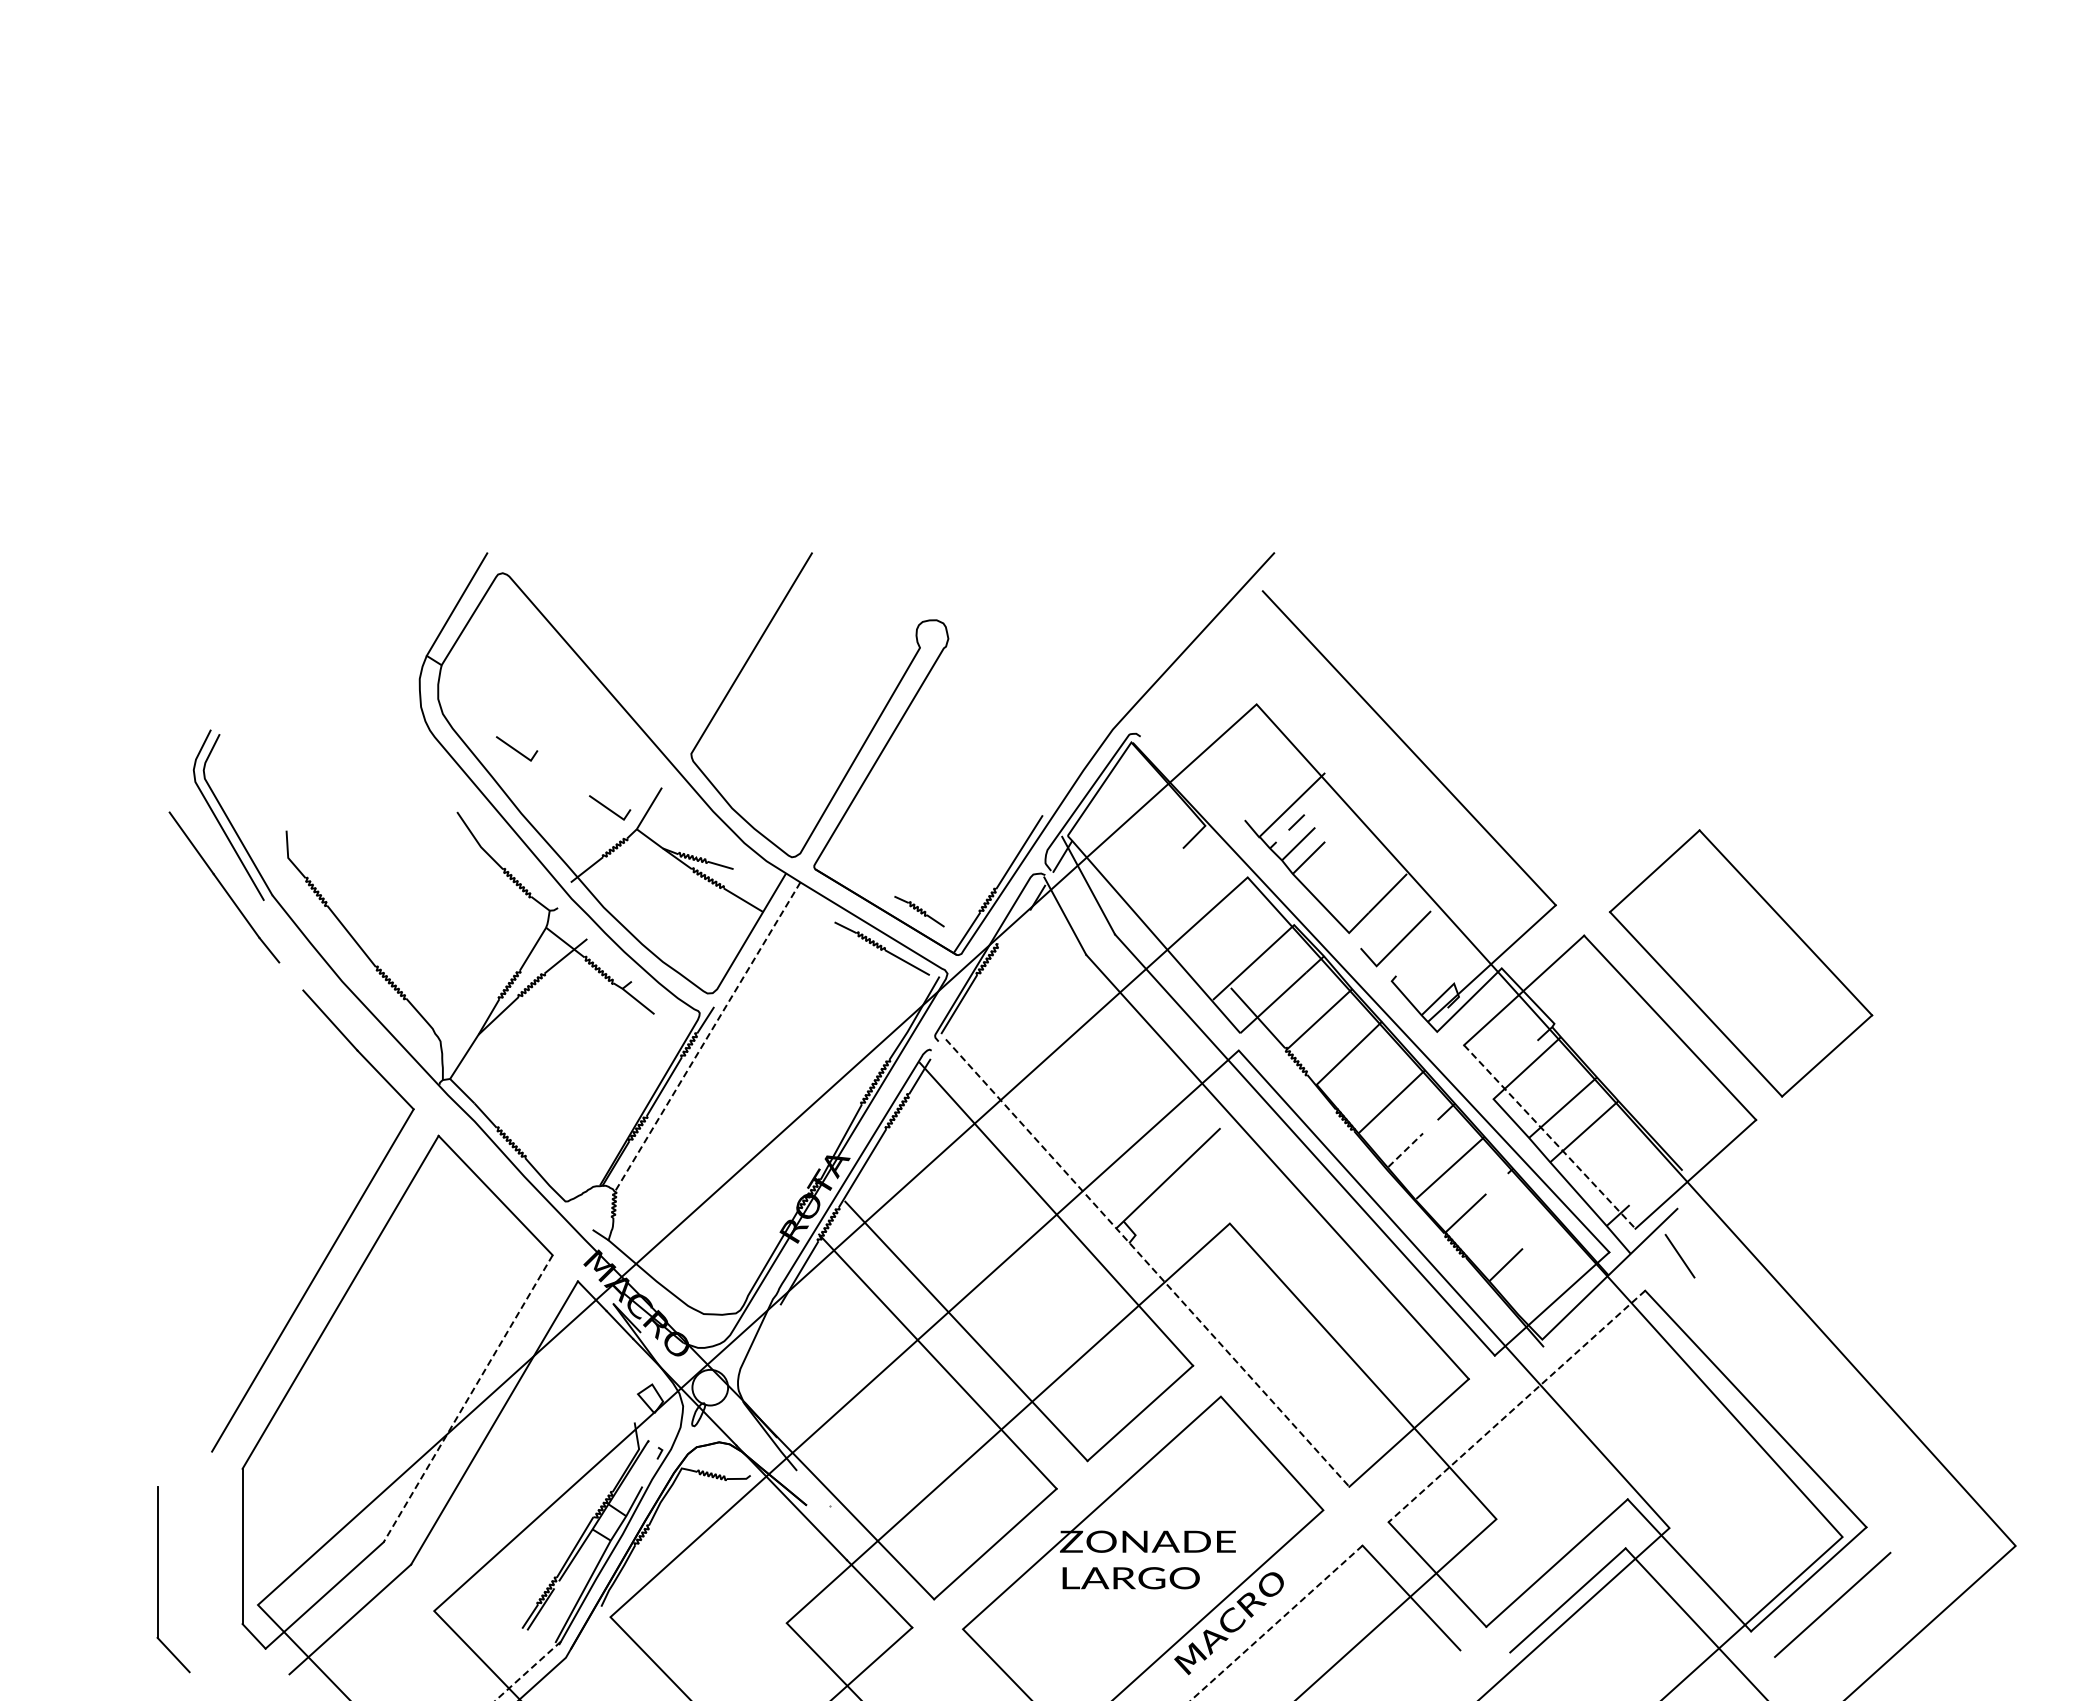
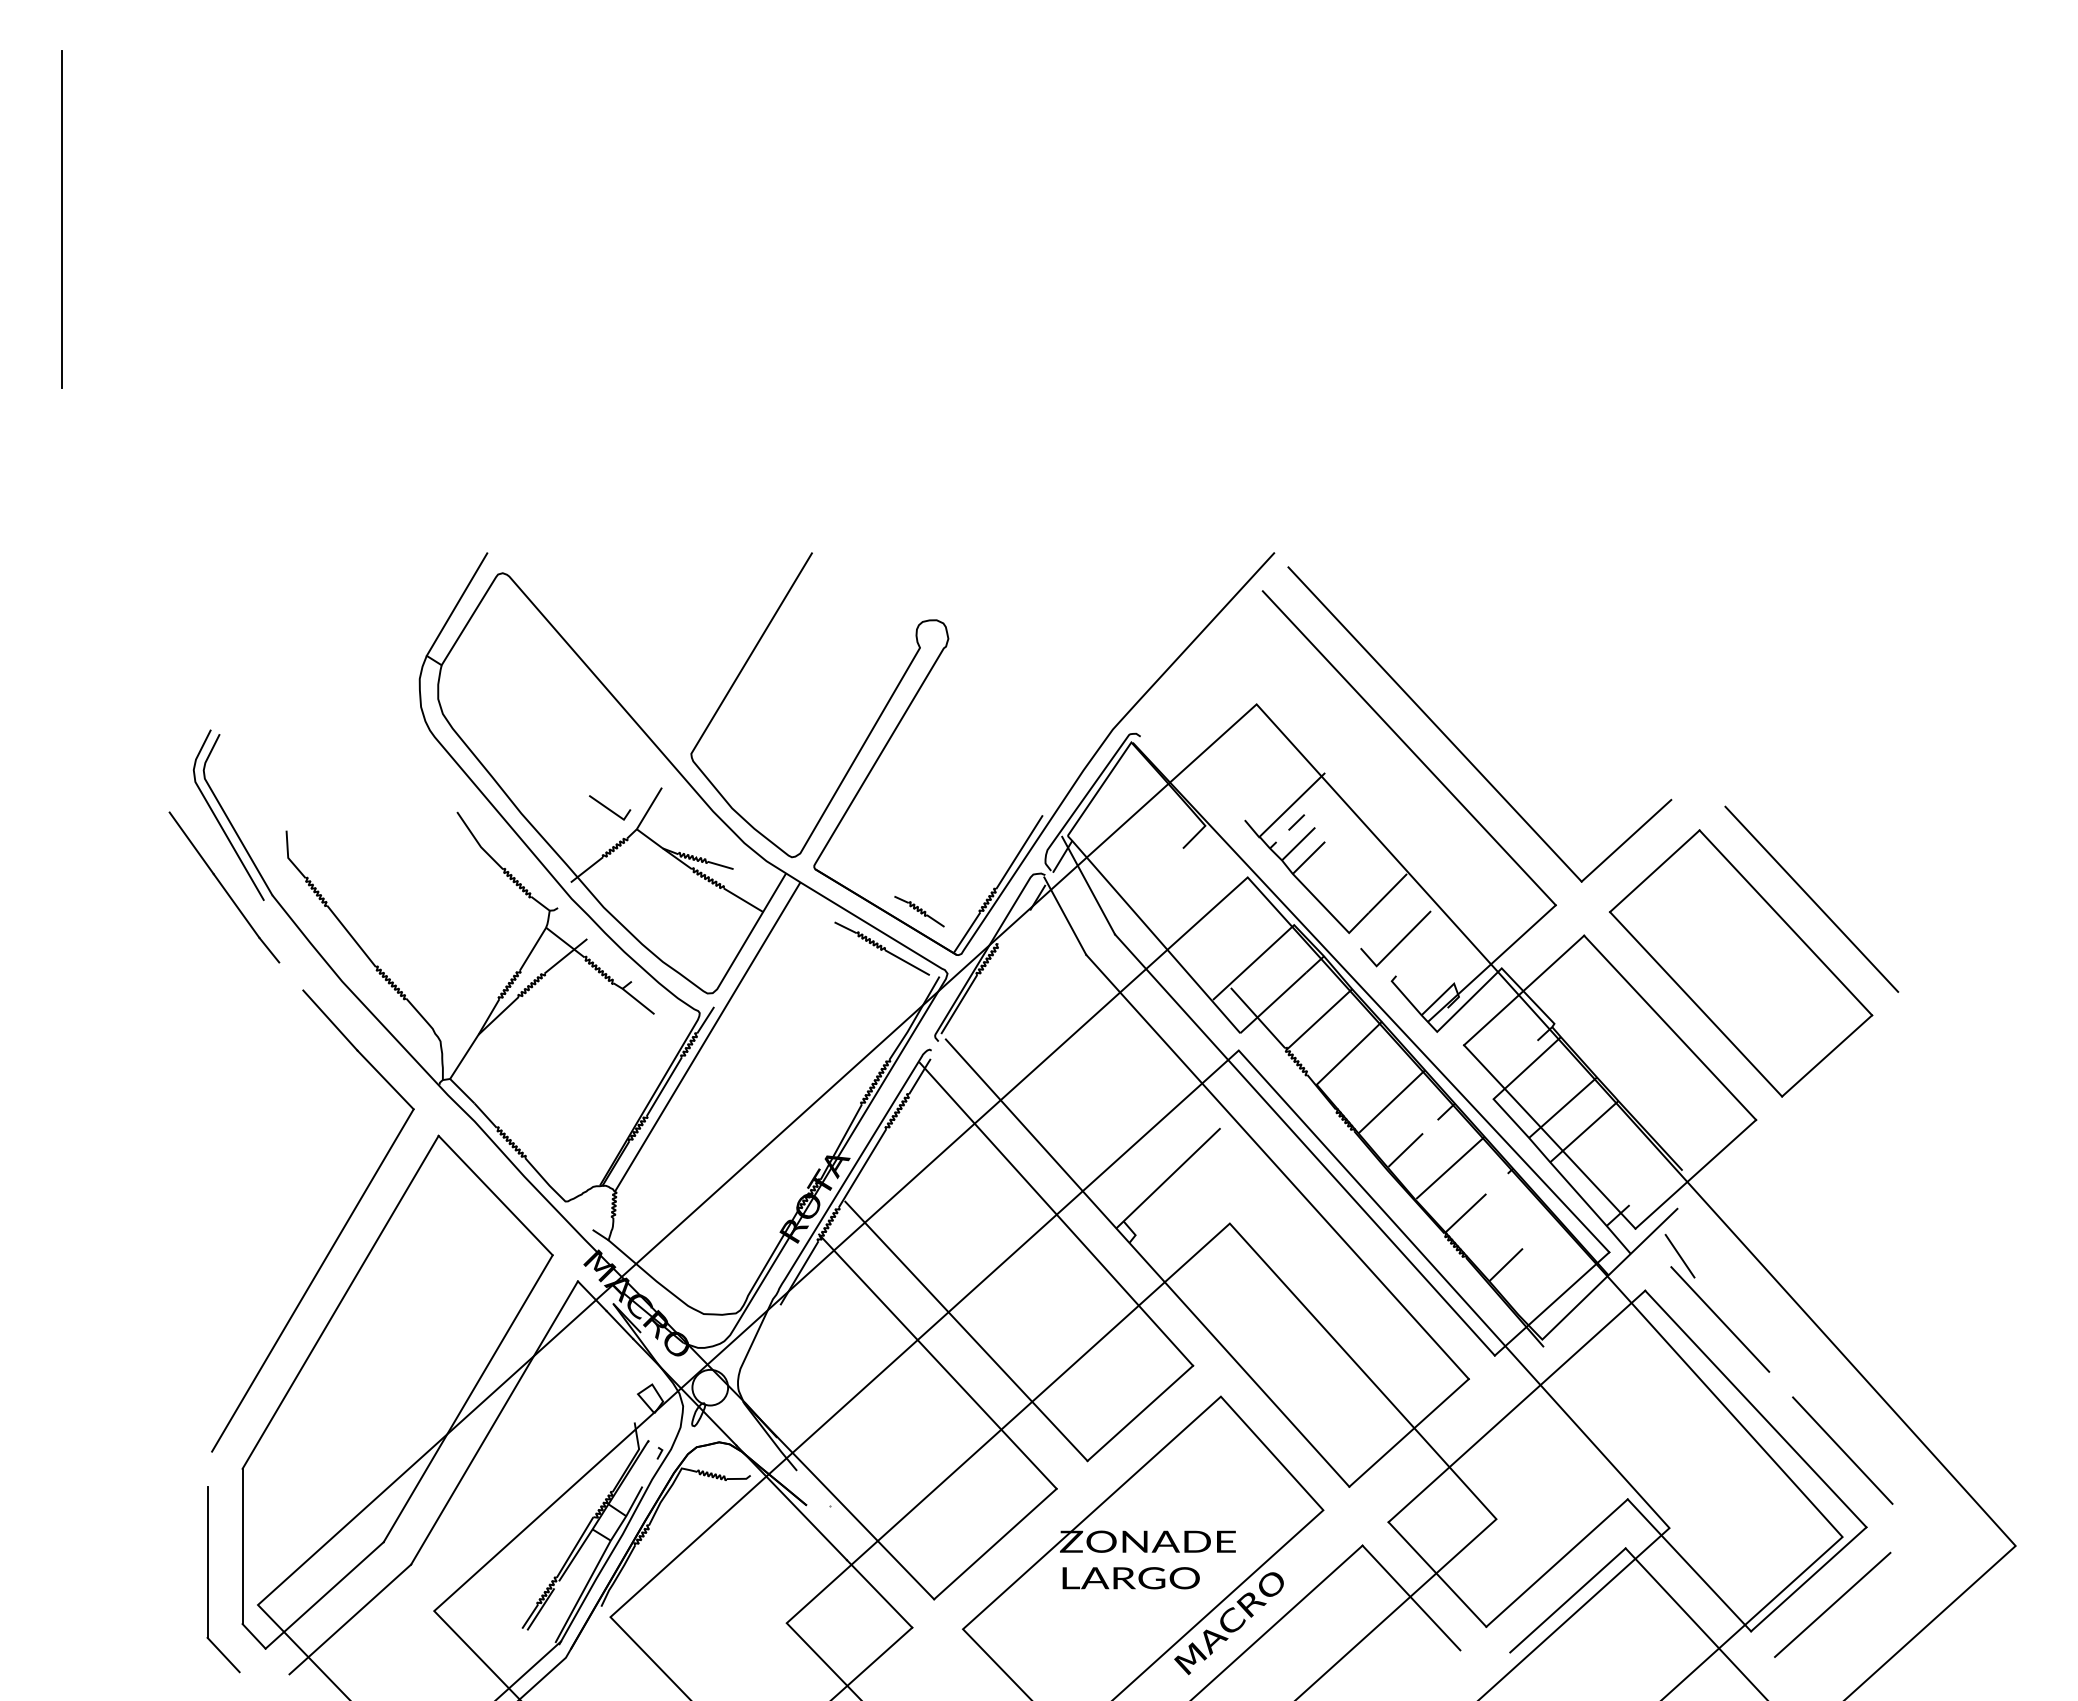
line at (62, 219): none -> present
part at (1455, 744): none -> present
line at (516, 749): present -> none
line at (1811, 898): none -> present
line at (707, 1037): dashed -> solid
line at (1549, 1136): dashed -> solid
line at (1406, 1149): dashed -> solid
line at (1147, 1263): dashed -> solid
line at (1720, 1319): none -> present
line at (468, 1398): dashed -> solid
line at (1516, 1406): dashed -> solid
line at (1842, 1450): none -> present
part at (158, 1579) position: (158, 1579) -> (208, 1579)
line at (1276, 1623): dashed -> solid
line at (528, 1670): dashed -> solid
